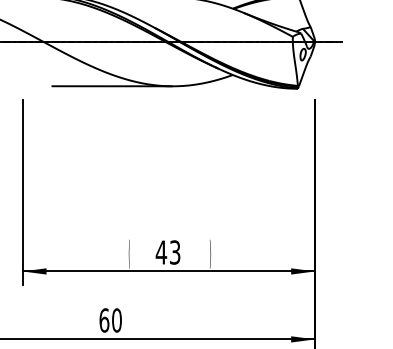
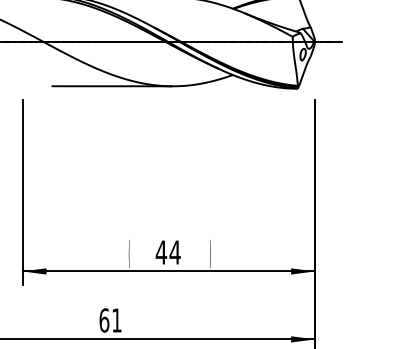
text at (174, 252): 43 -> 44
text at (116, 320): 60 -> 61
